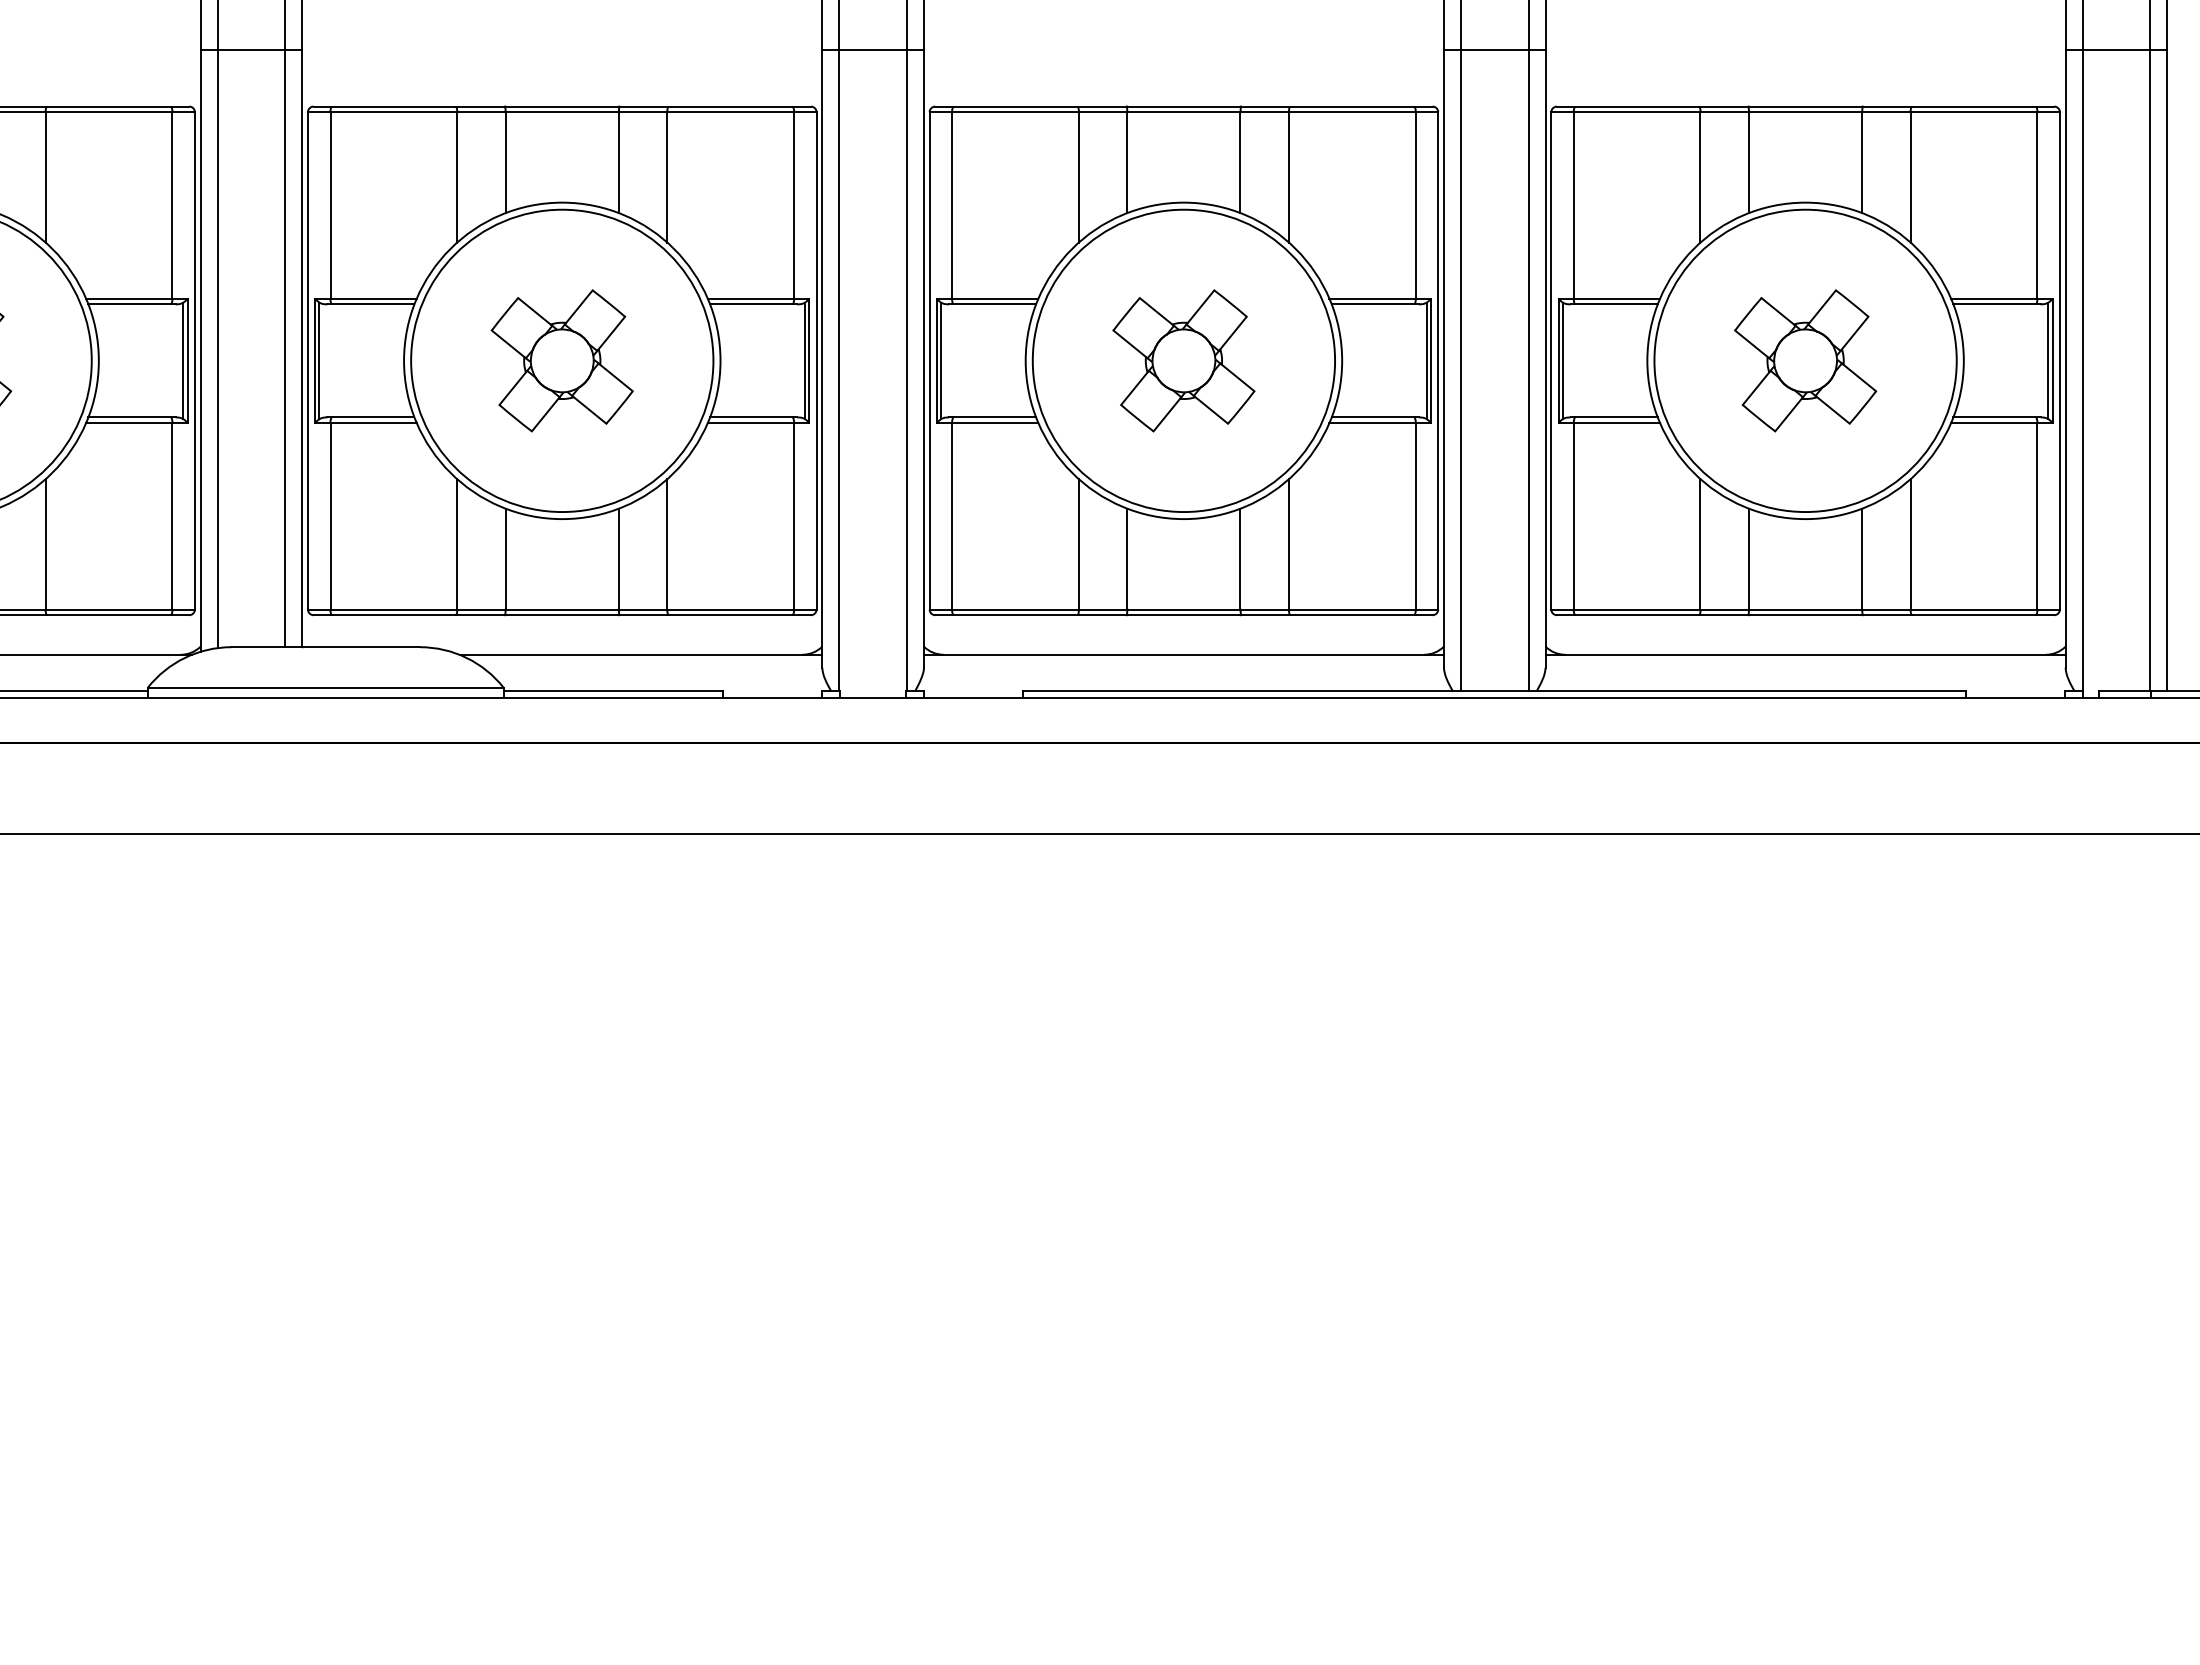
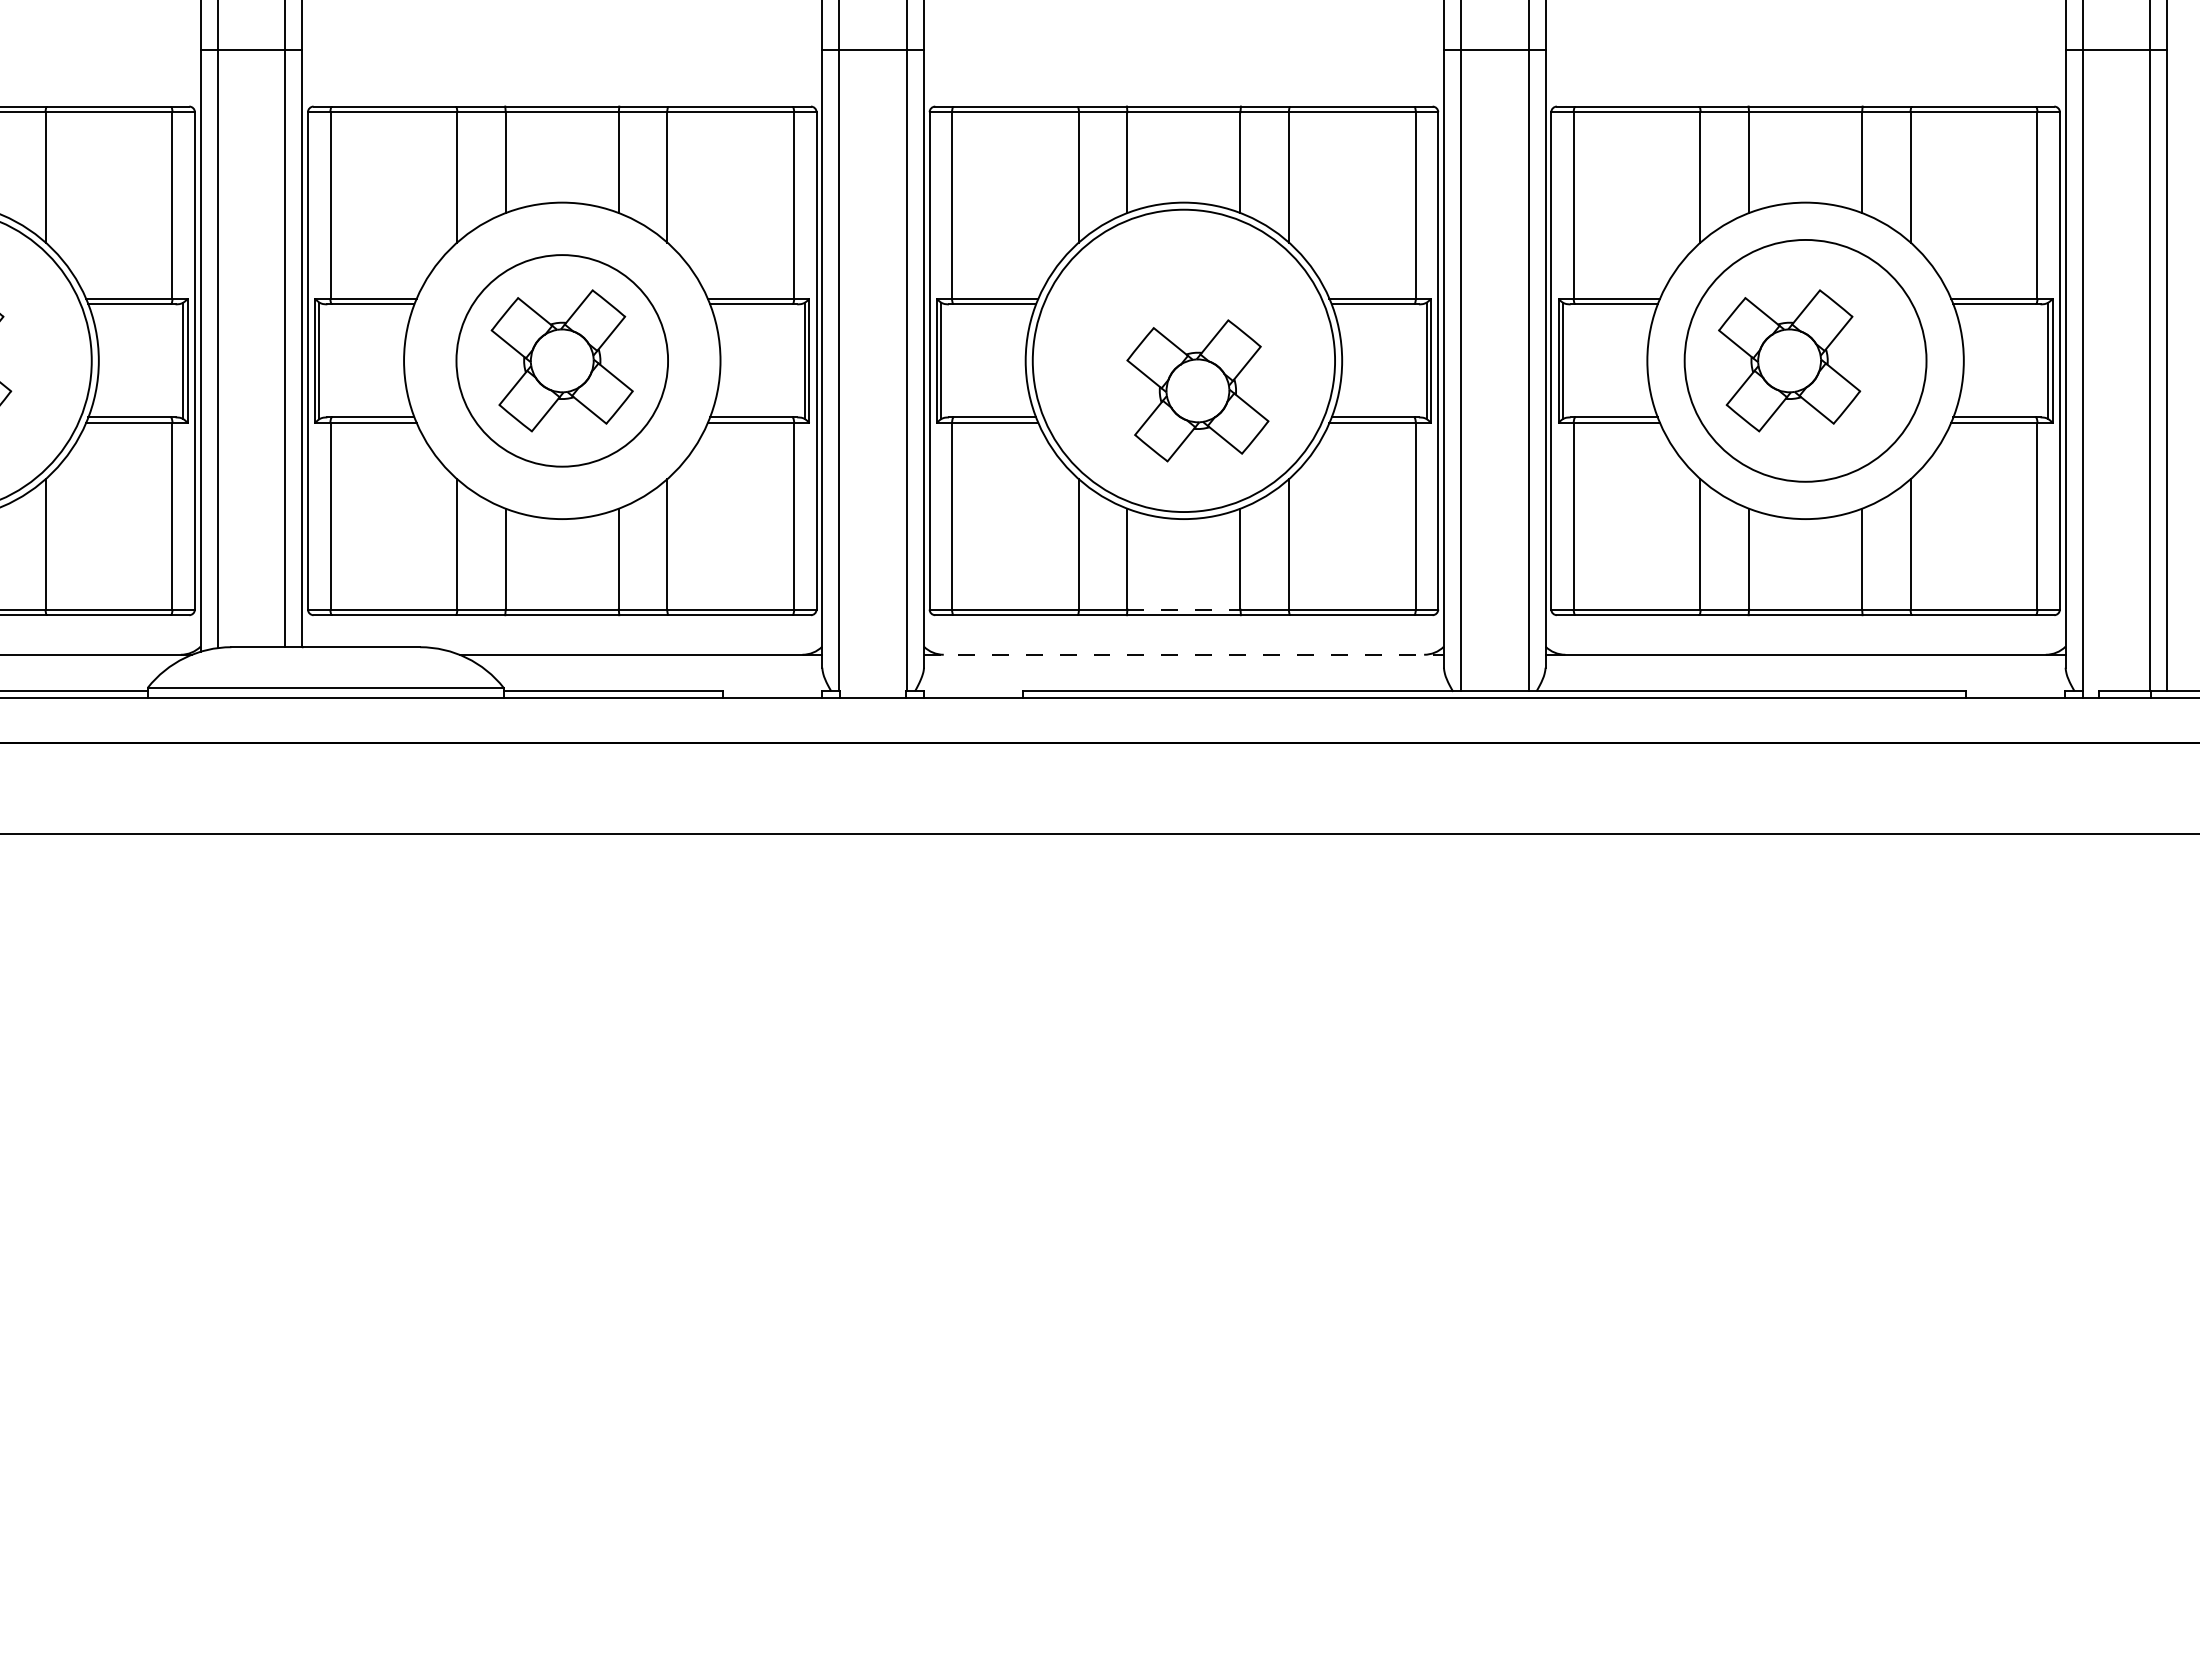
circle at (562, 360) diameter: 302 px -> 212 px
part at (1183, 360) position: (1183, 360) -> (1197, 390)
circle at (1805, 360) diameter: 302 px -> 242 px
part at (1805, 360) position: (1805, 360) -> (1789, 360)
line at (1183, 609): solid -> dashed
line at (1183, 654): solid -> dashed
